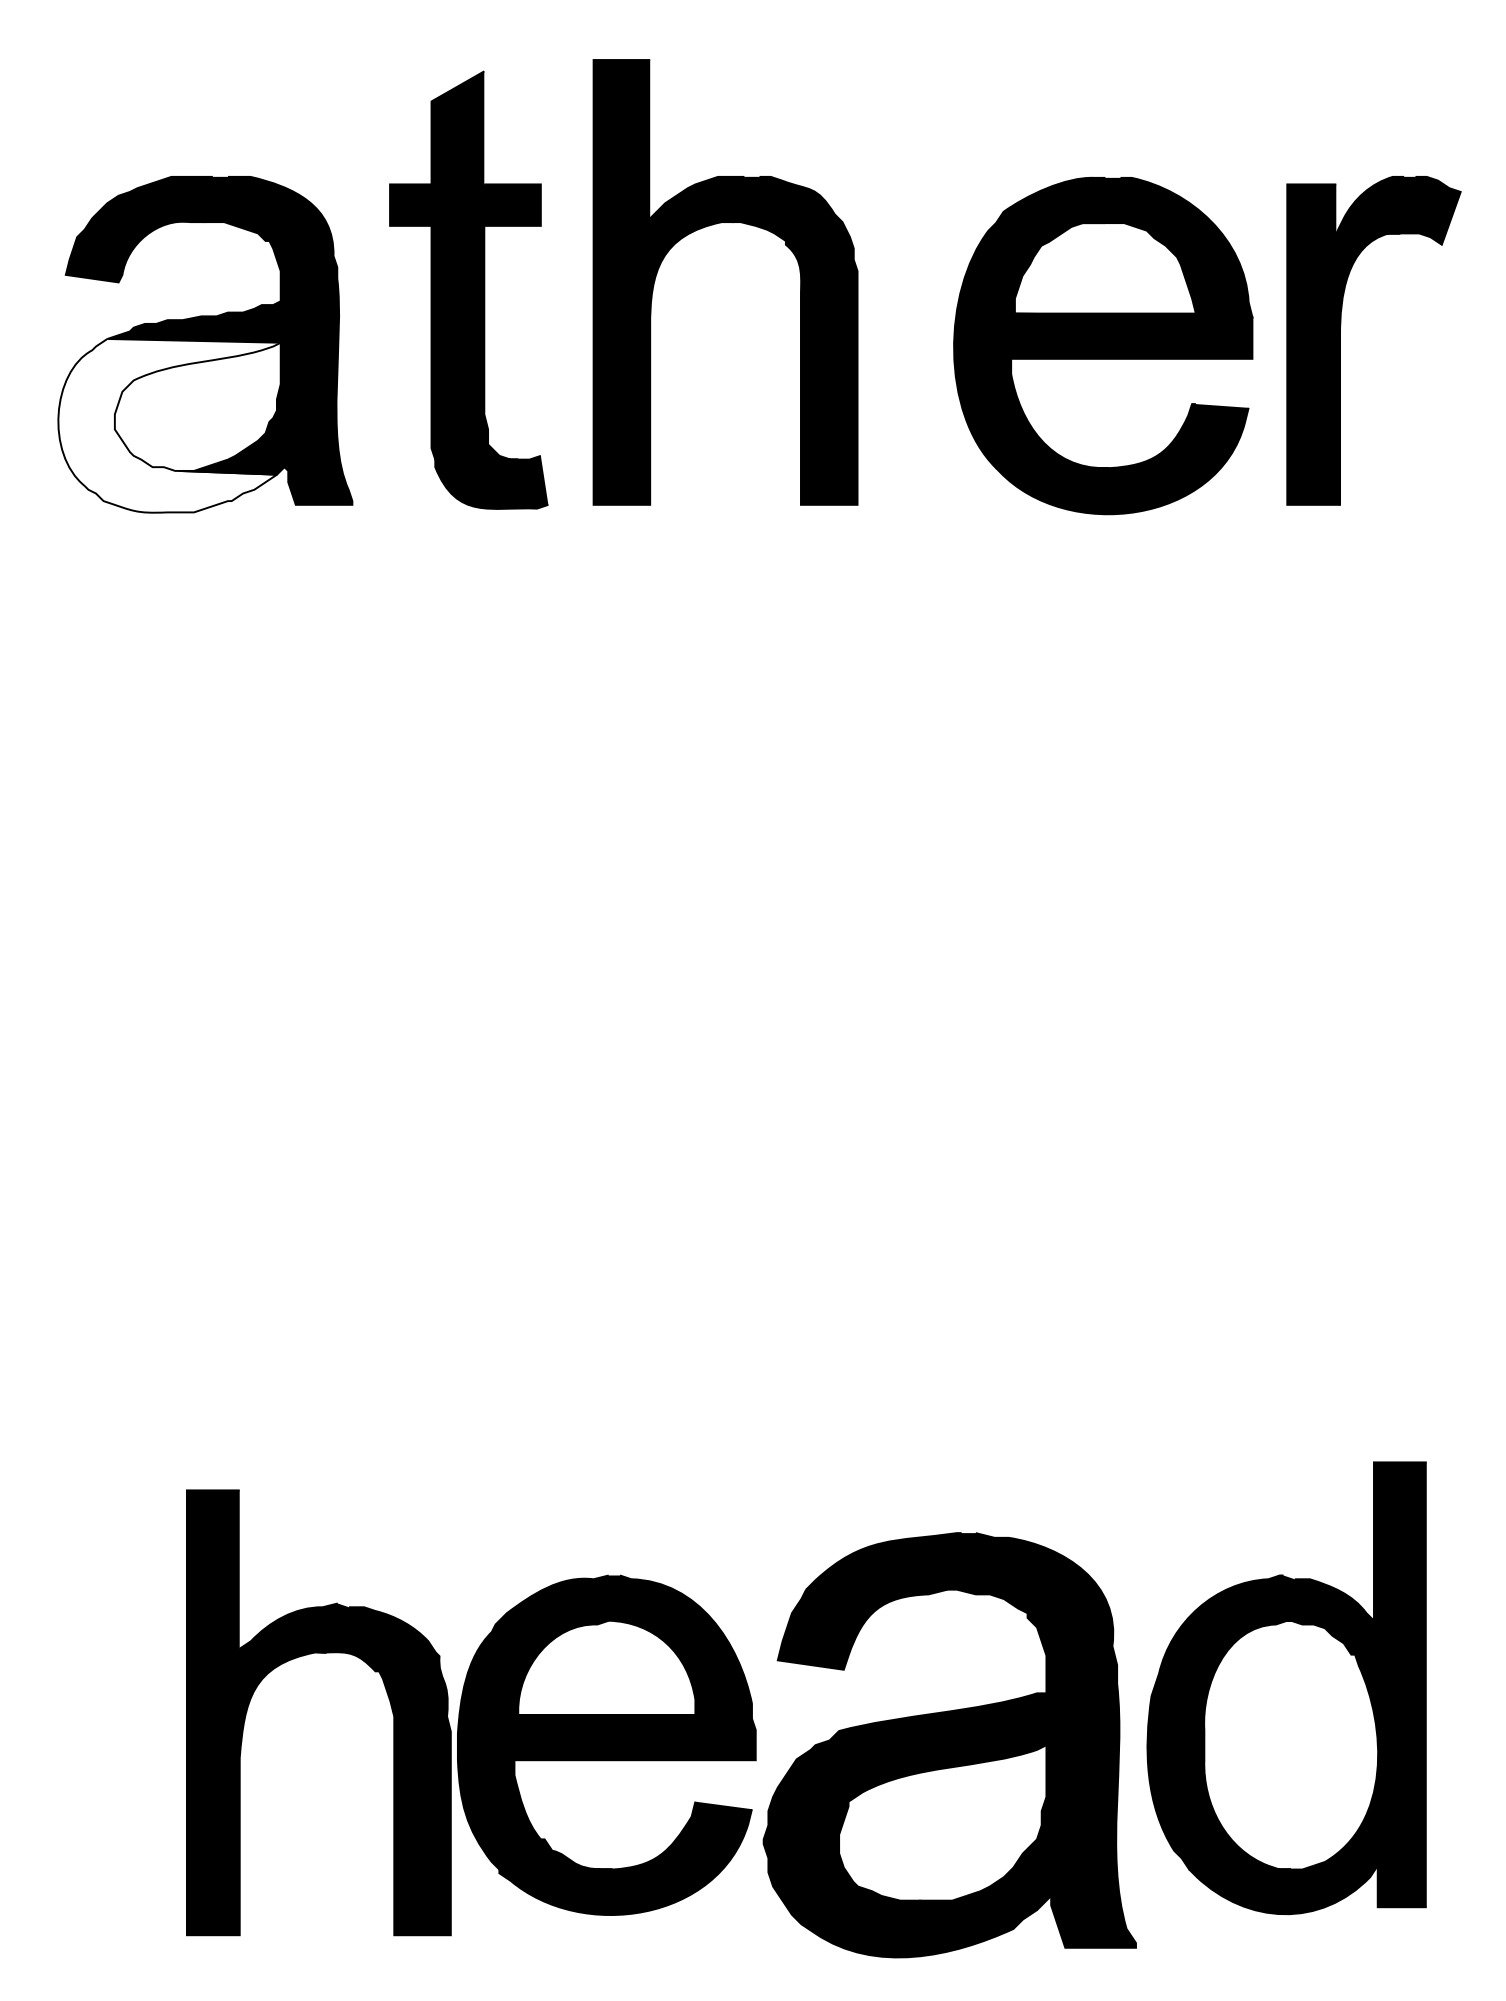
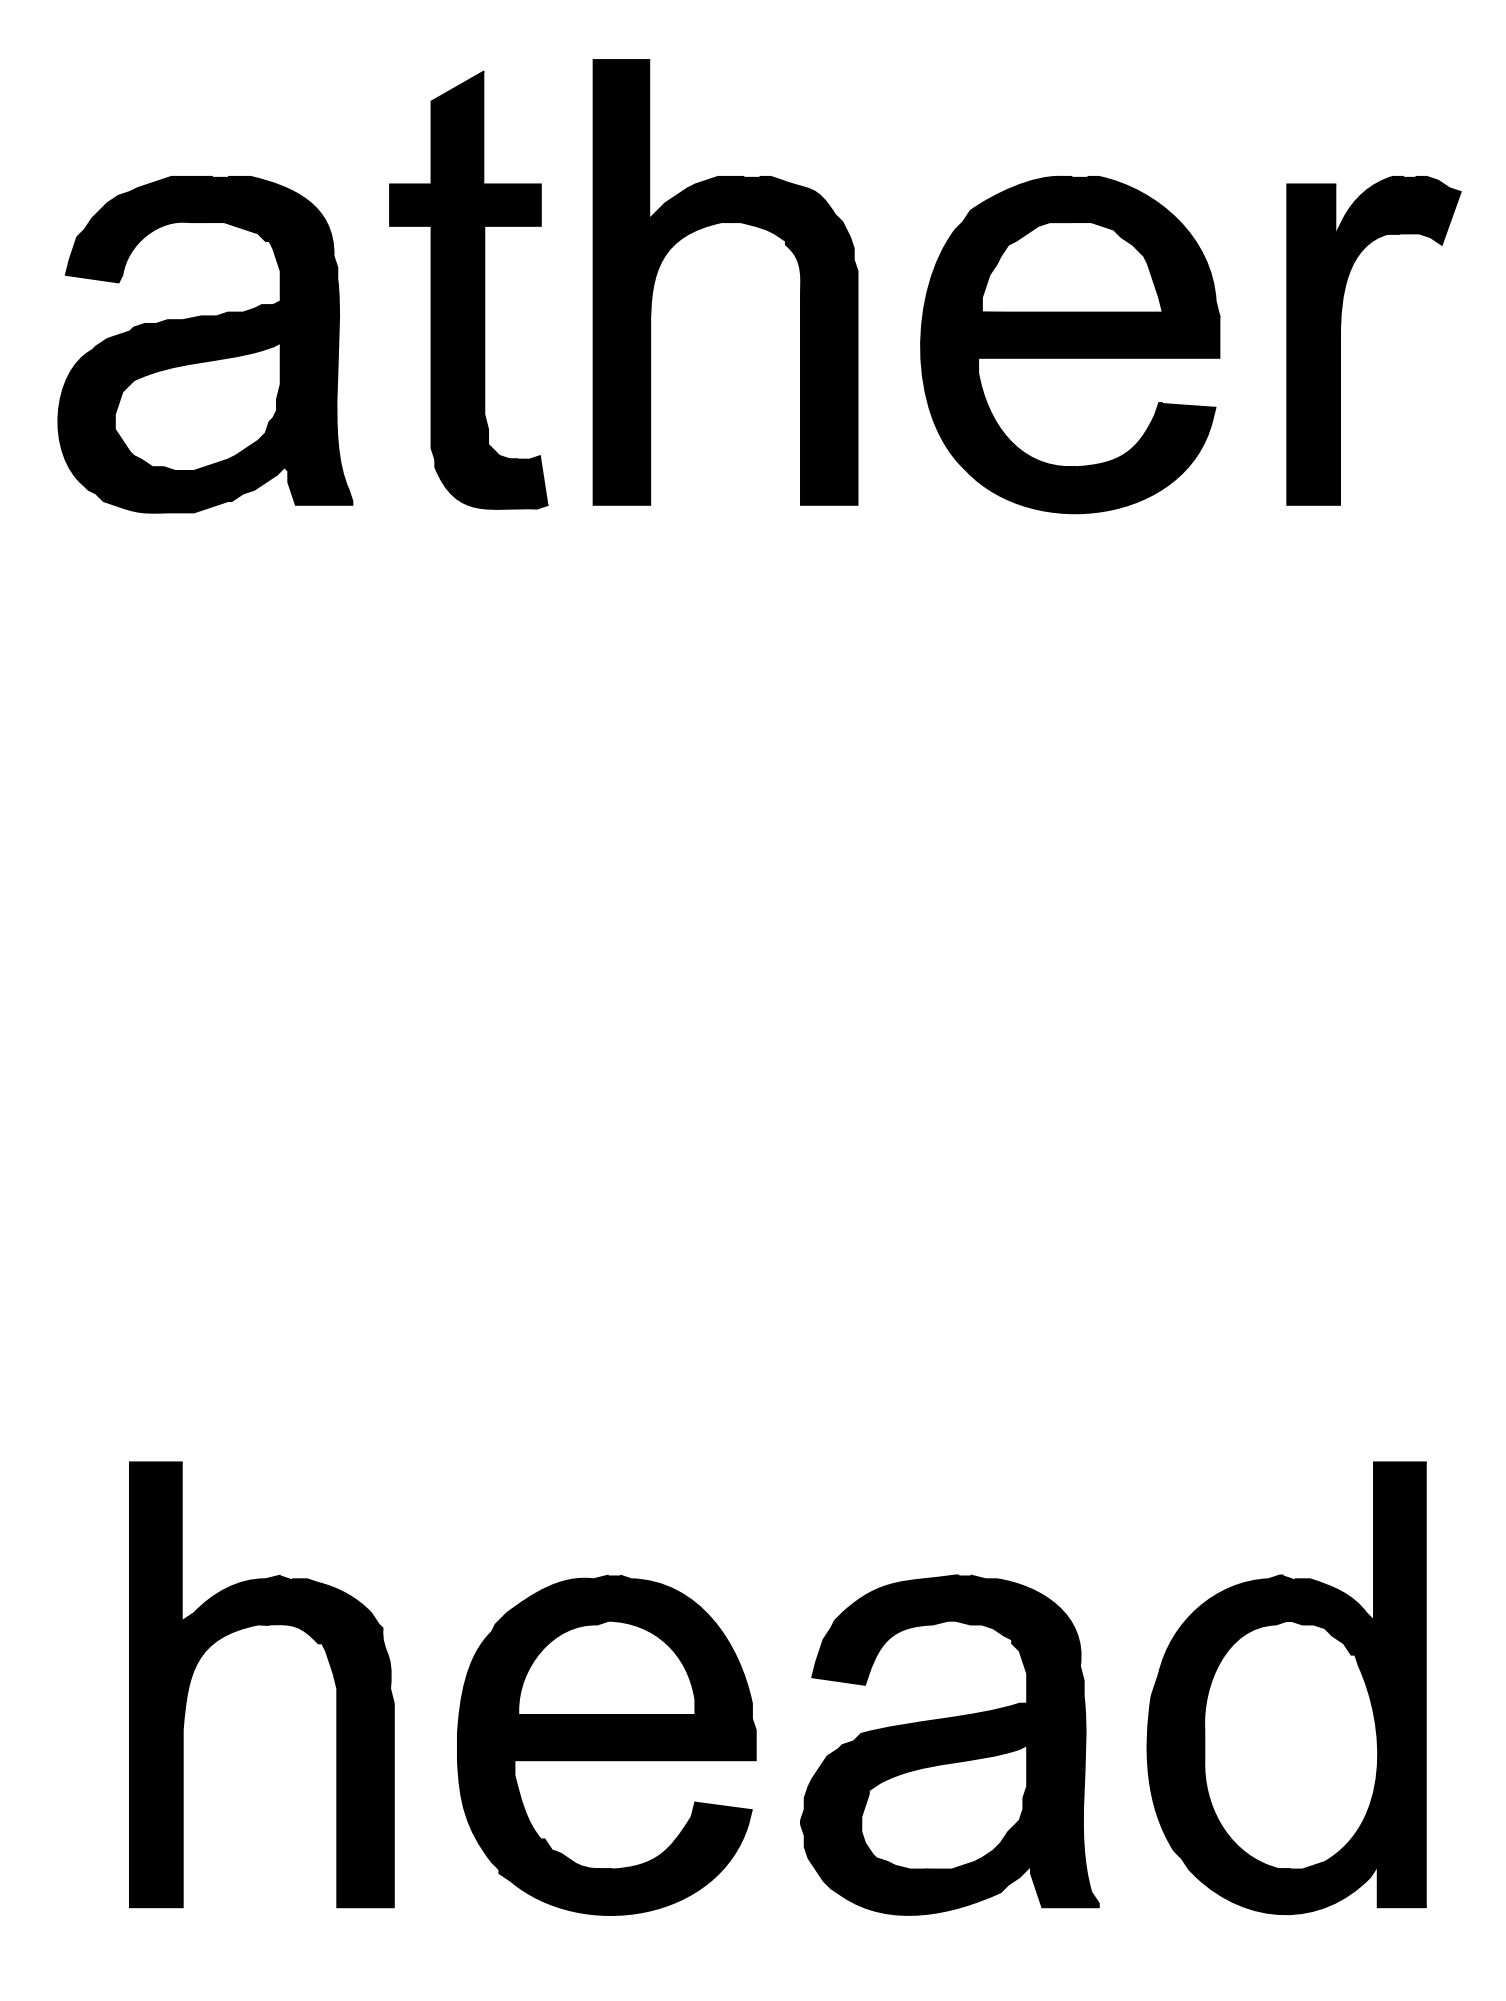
part at (1103, 345) position: (1103, 345) -> (1070, 344)
fill at (169, 425): none -> present
part at (300, 1657) position: (300, 1657) -> (243, 1629)
part at (949, 1745) size: 375x427 px -> 300x342 px
